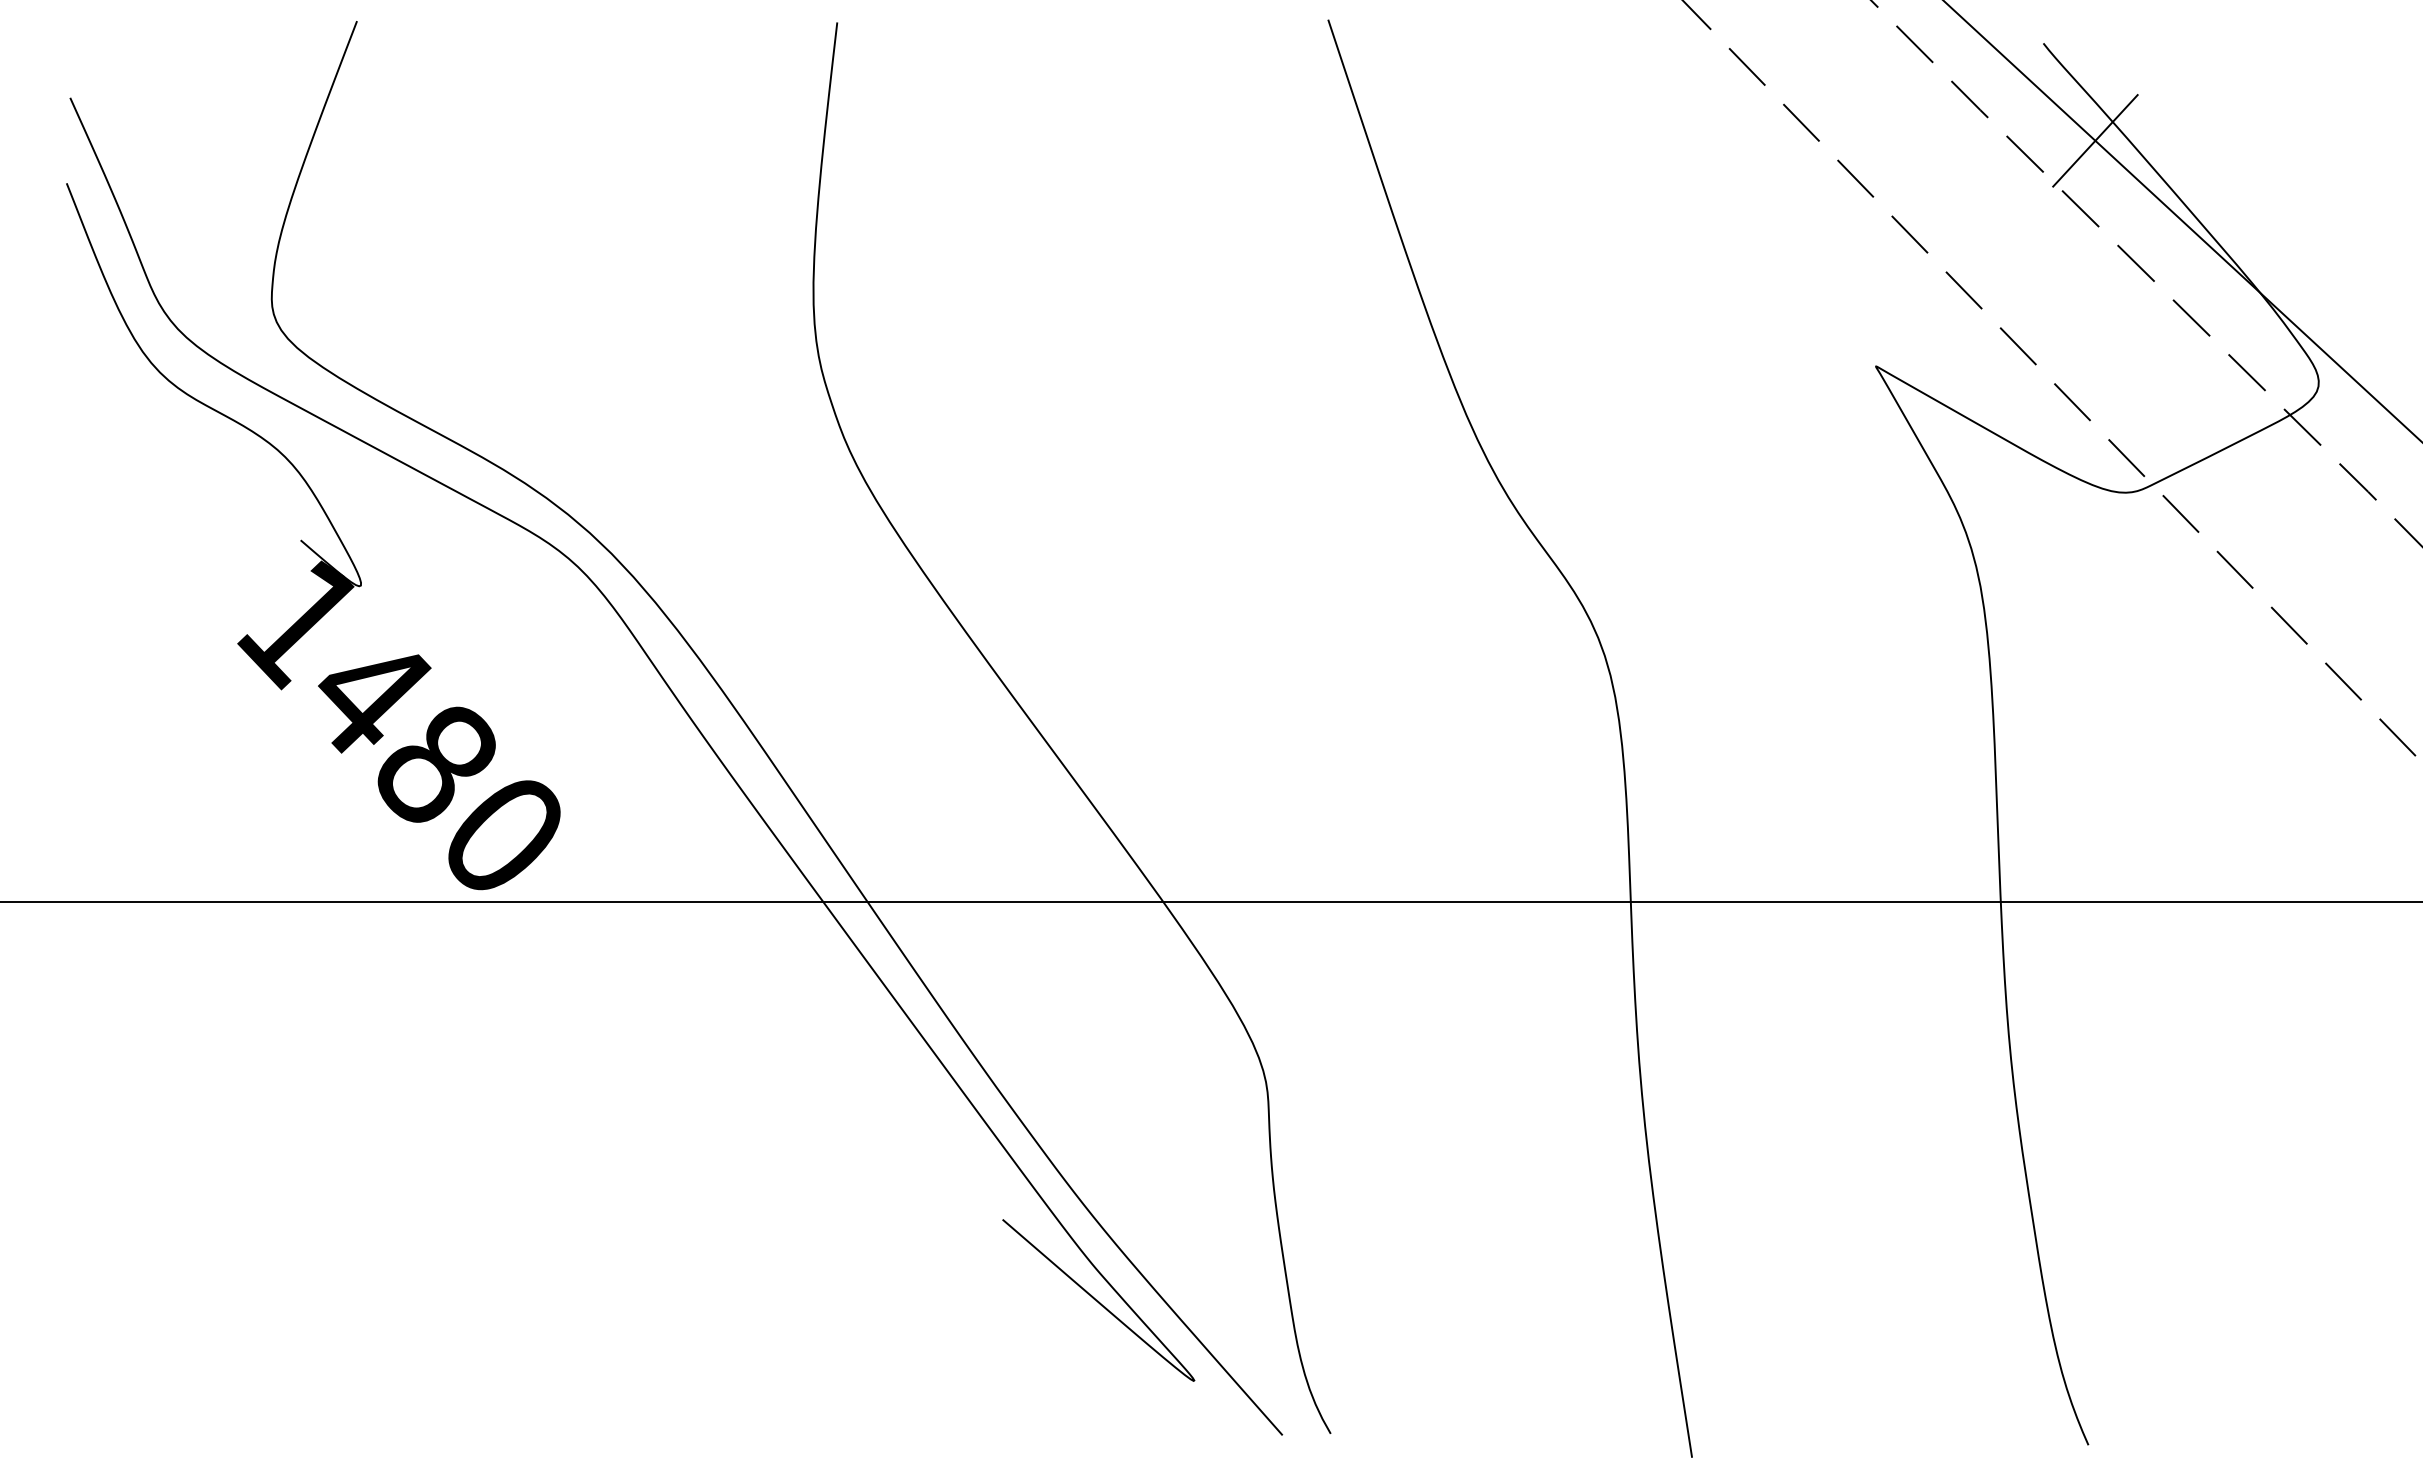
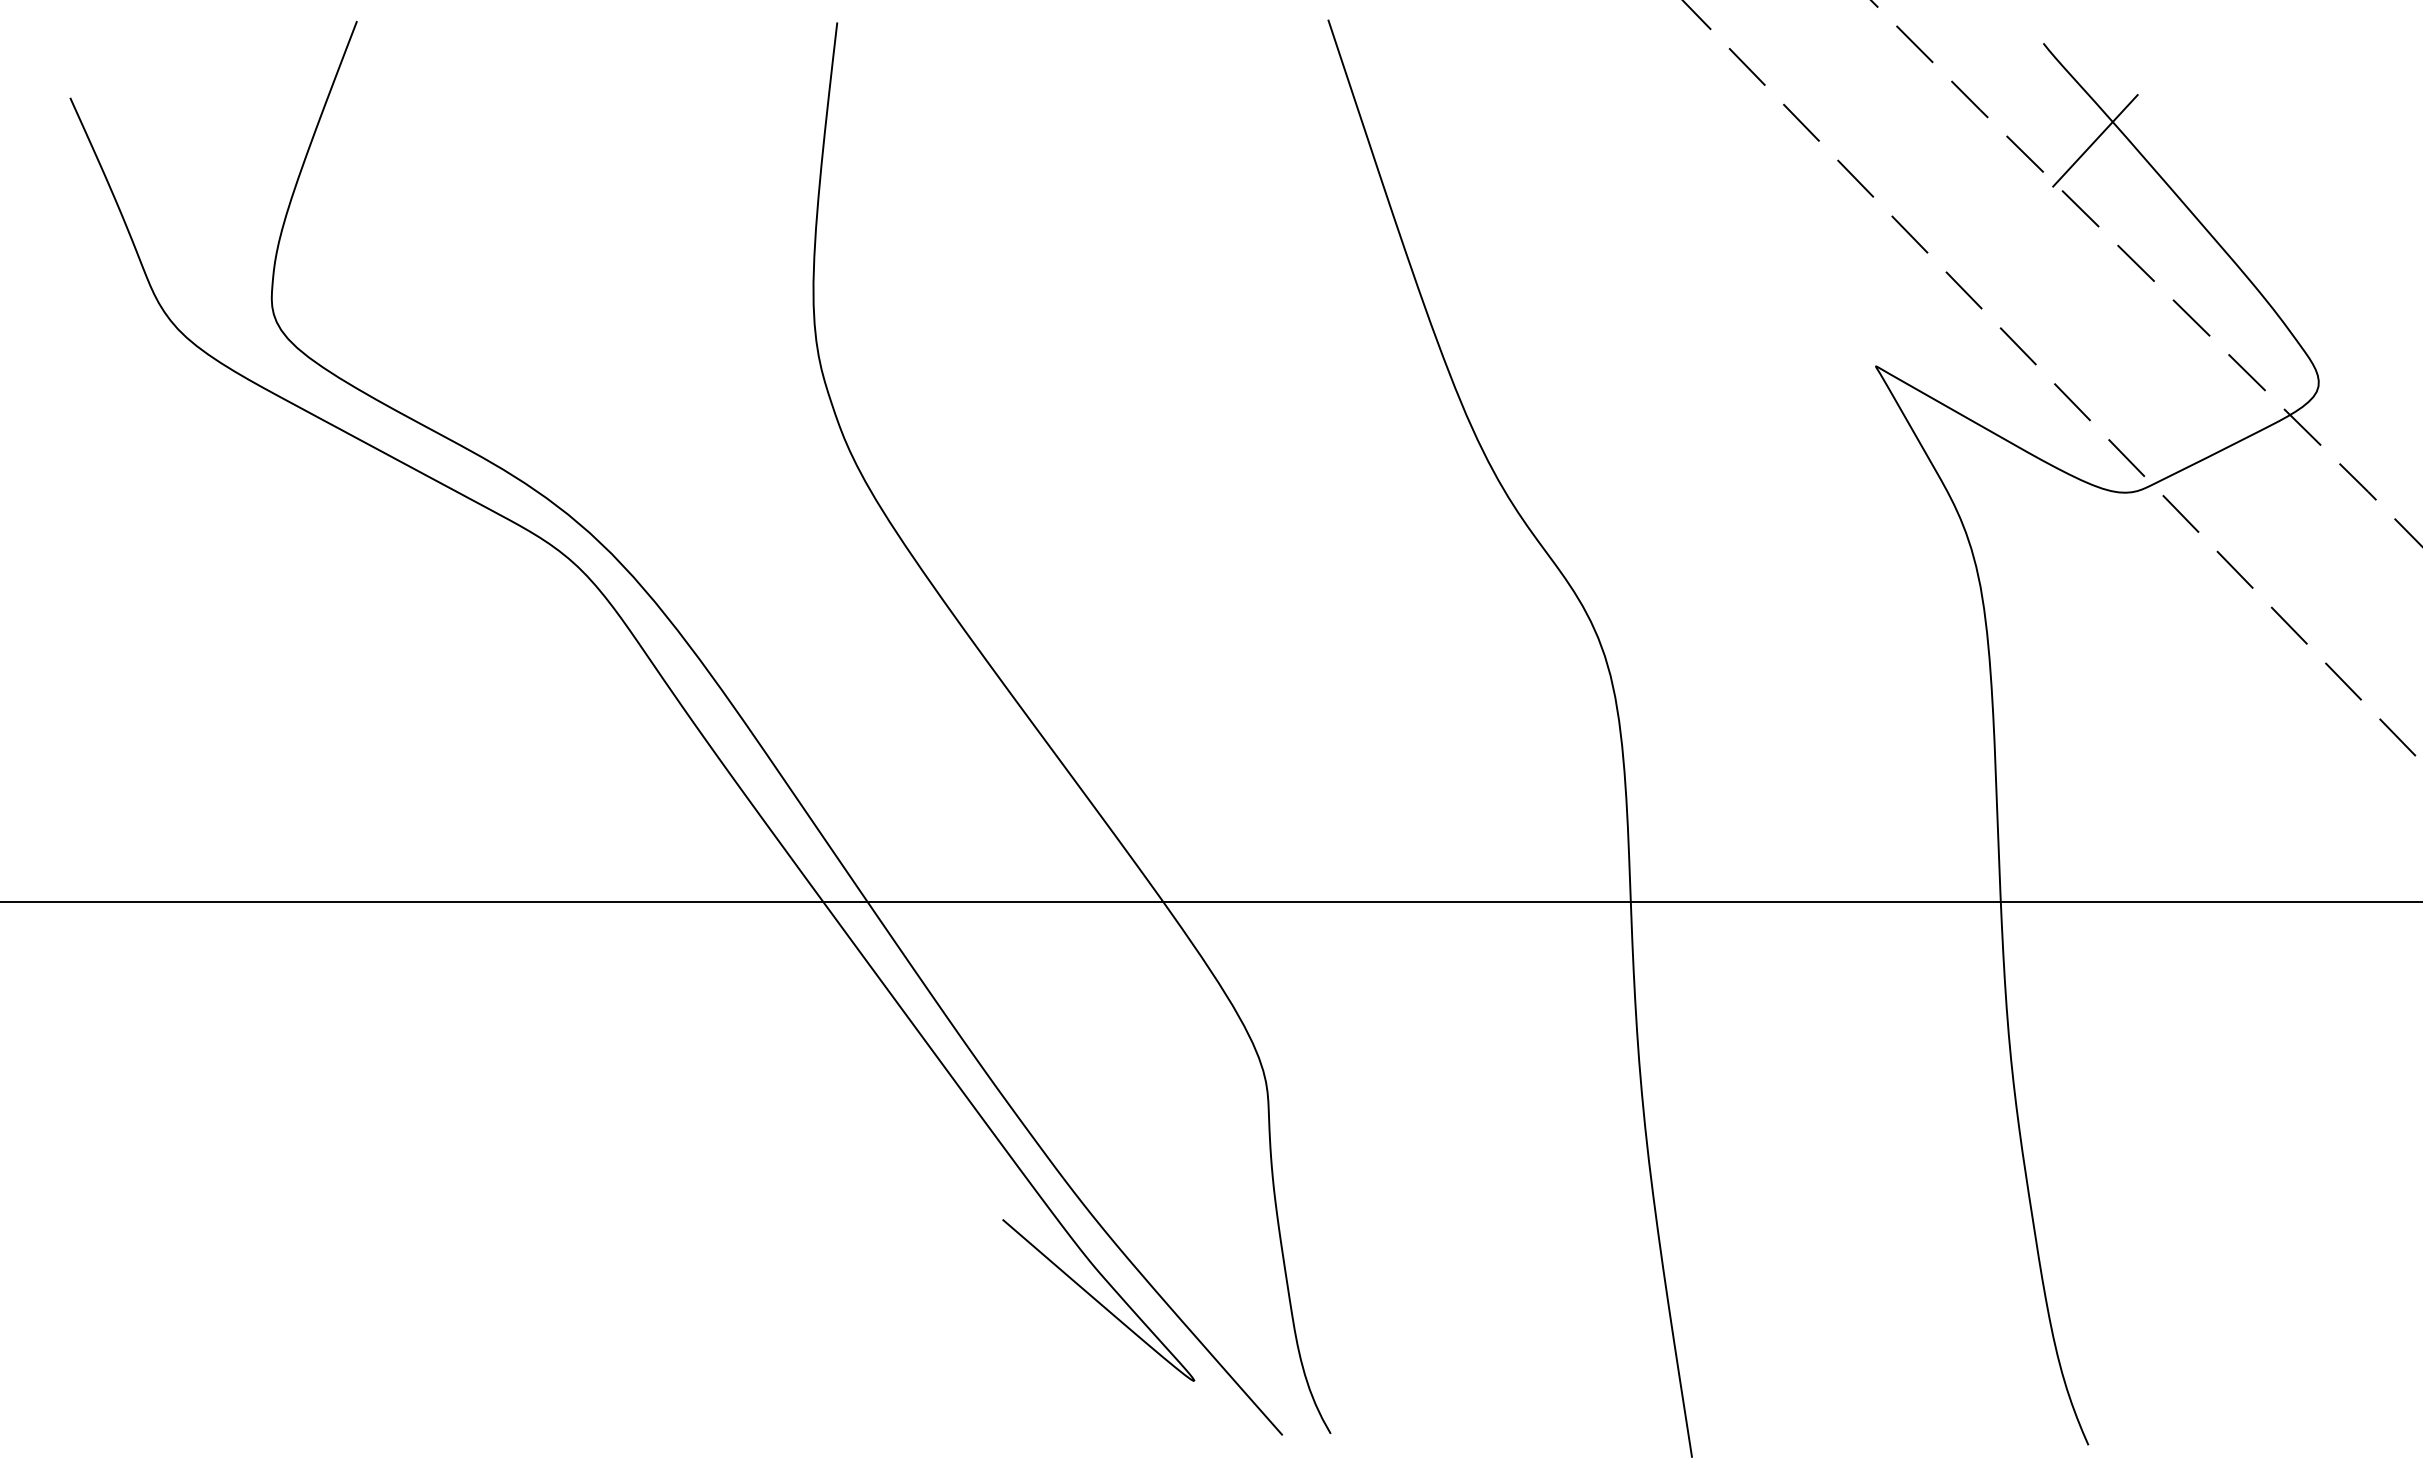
line at (2182, 220): present -> none
part at (307, 544): present -> none
